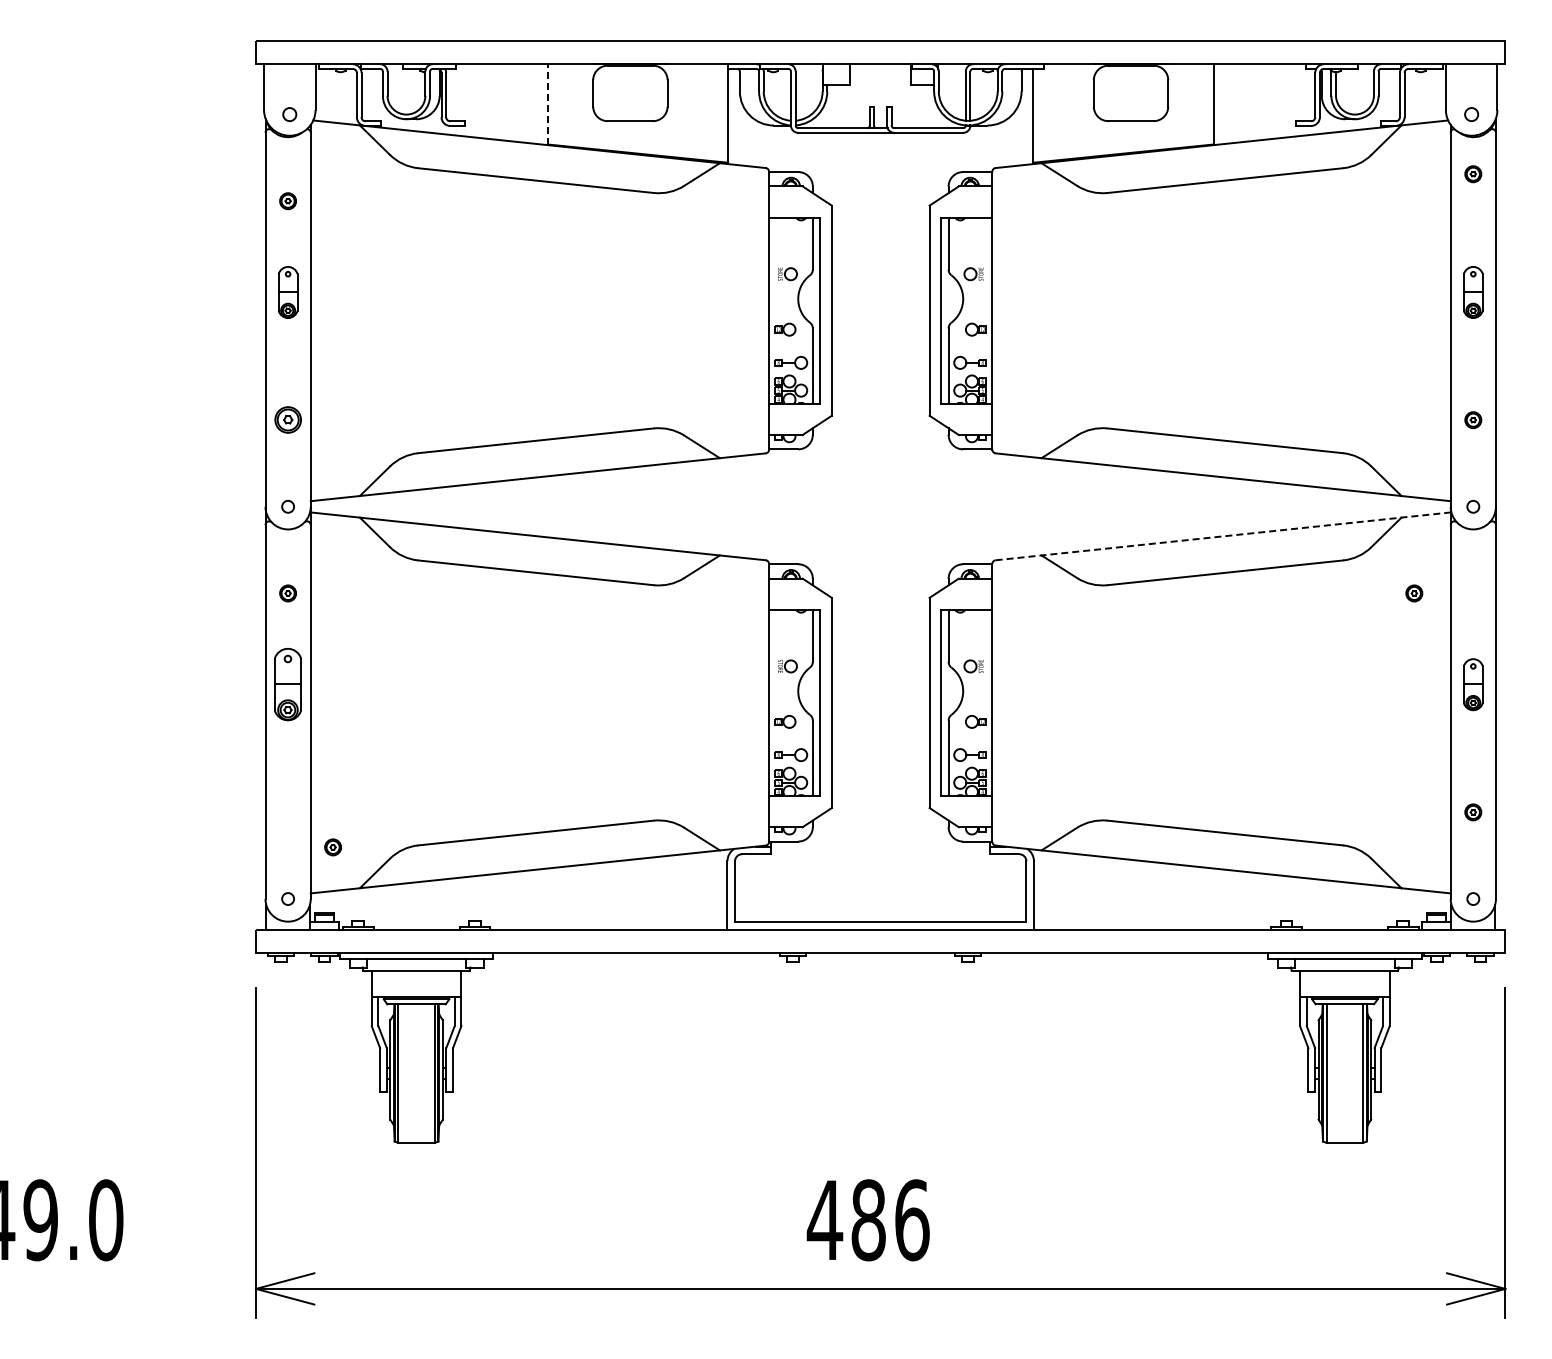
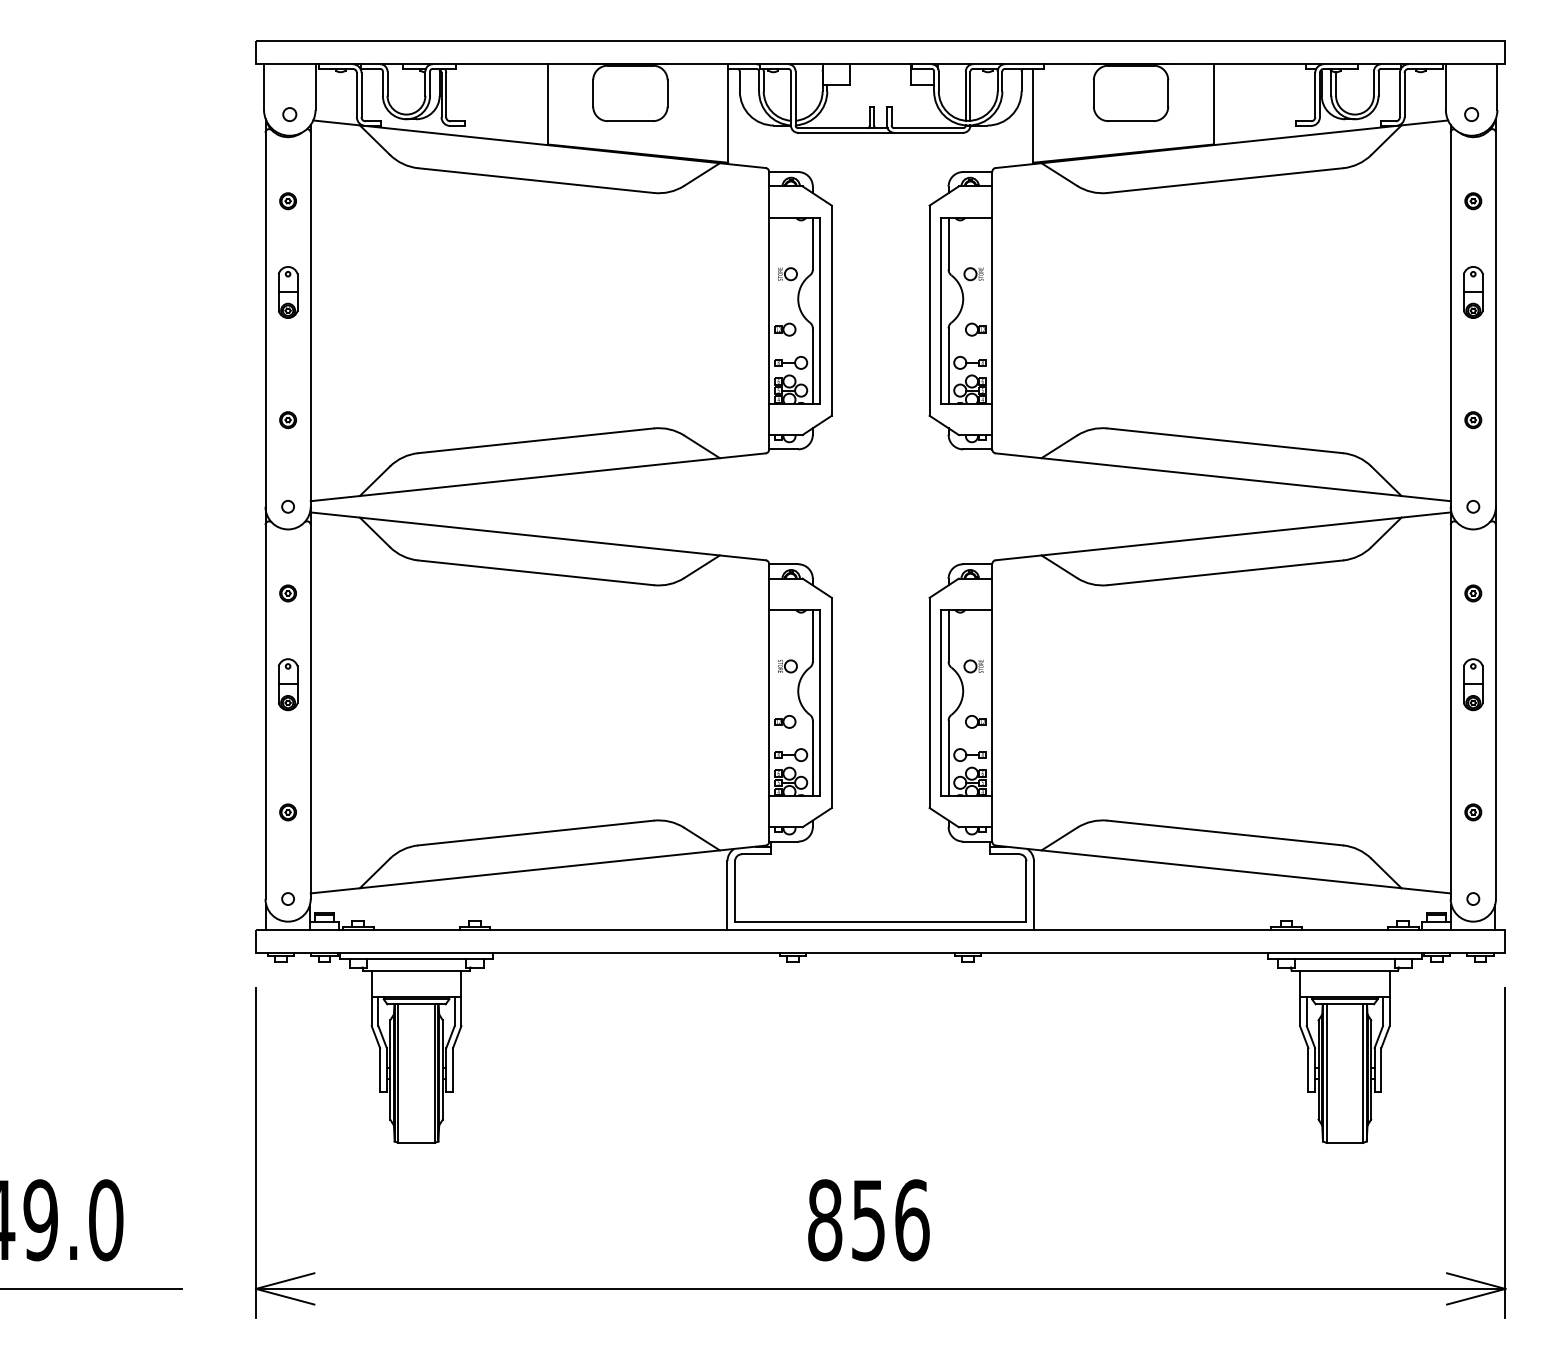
line at (547, 103): dashed -> solid
part at (1473, 174) position: (1473, 174) -> (1473, 201)
part at (287, 419) size: 28x28 px -> 18x19 px
line at (1223, 536): dashed -> solid
part at (1414, 593) position: (1414, 593) -> (1473, 593)
part at (287, 684) size: 28x74 px -> 21x54 px
part at (332, 847) position: (332, 847) -> (287, 812)
text at (845, 1220): 486 -> 856
line at (91, 1288): none -> present
